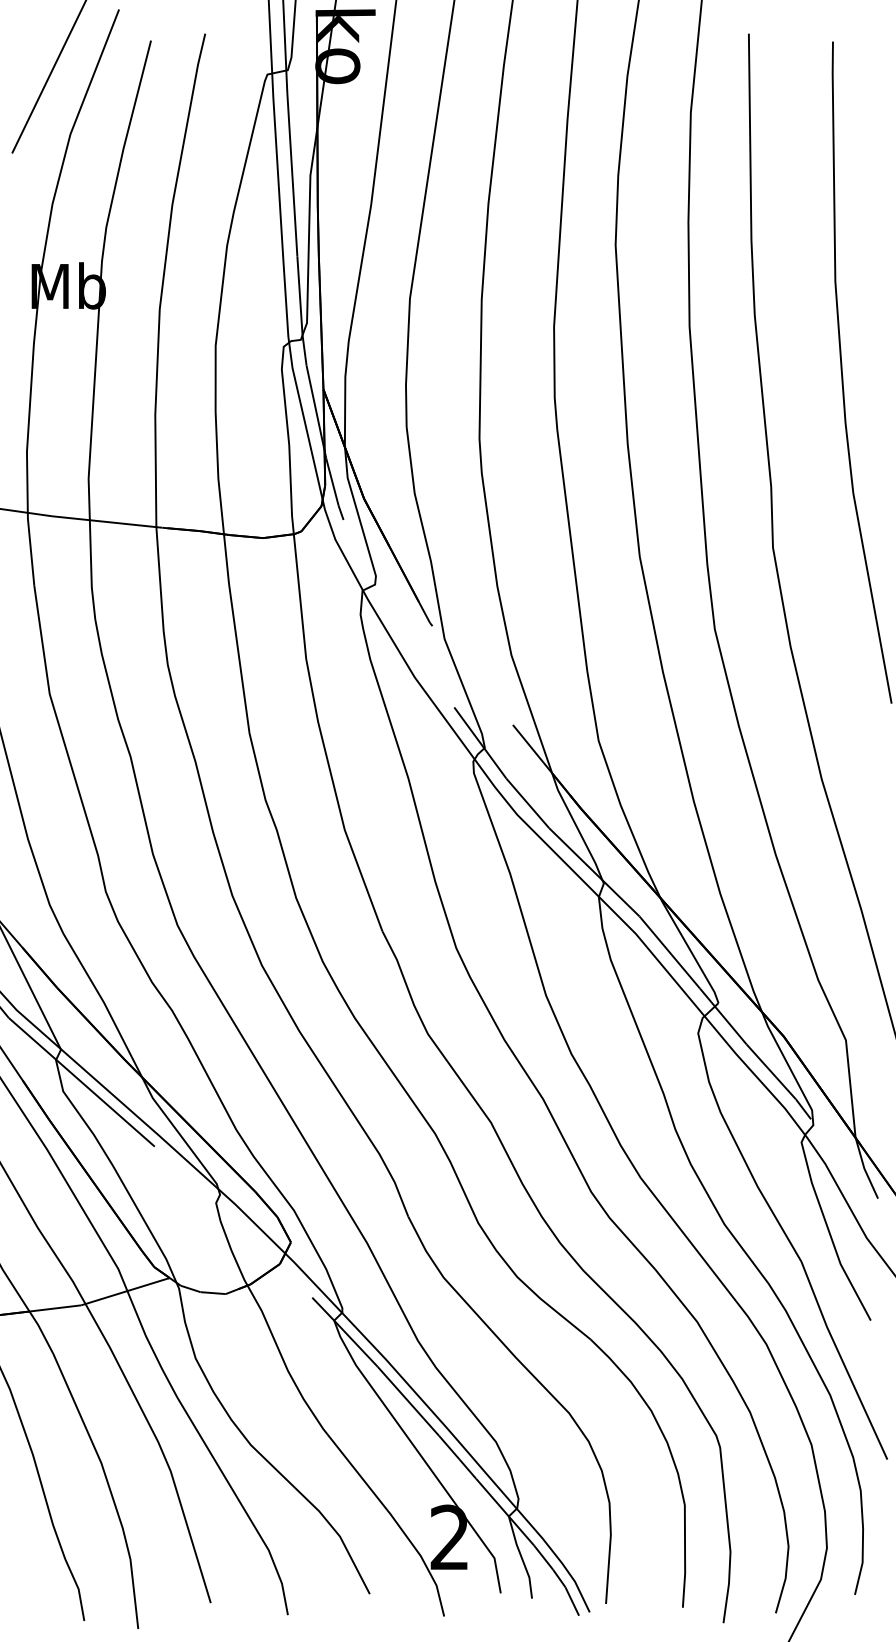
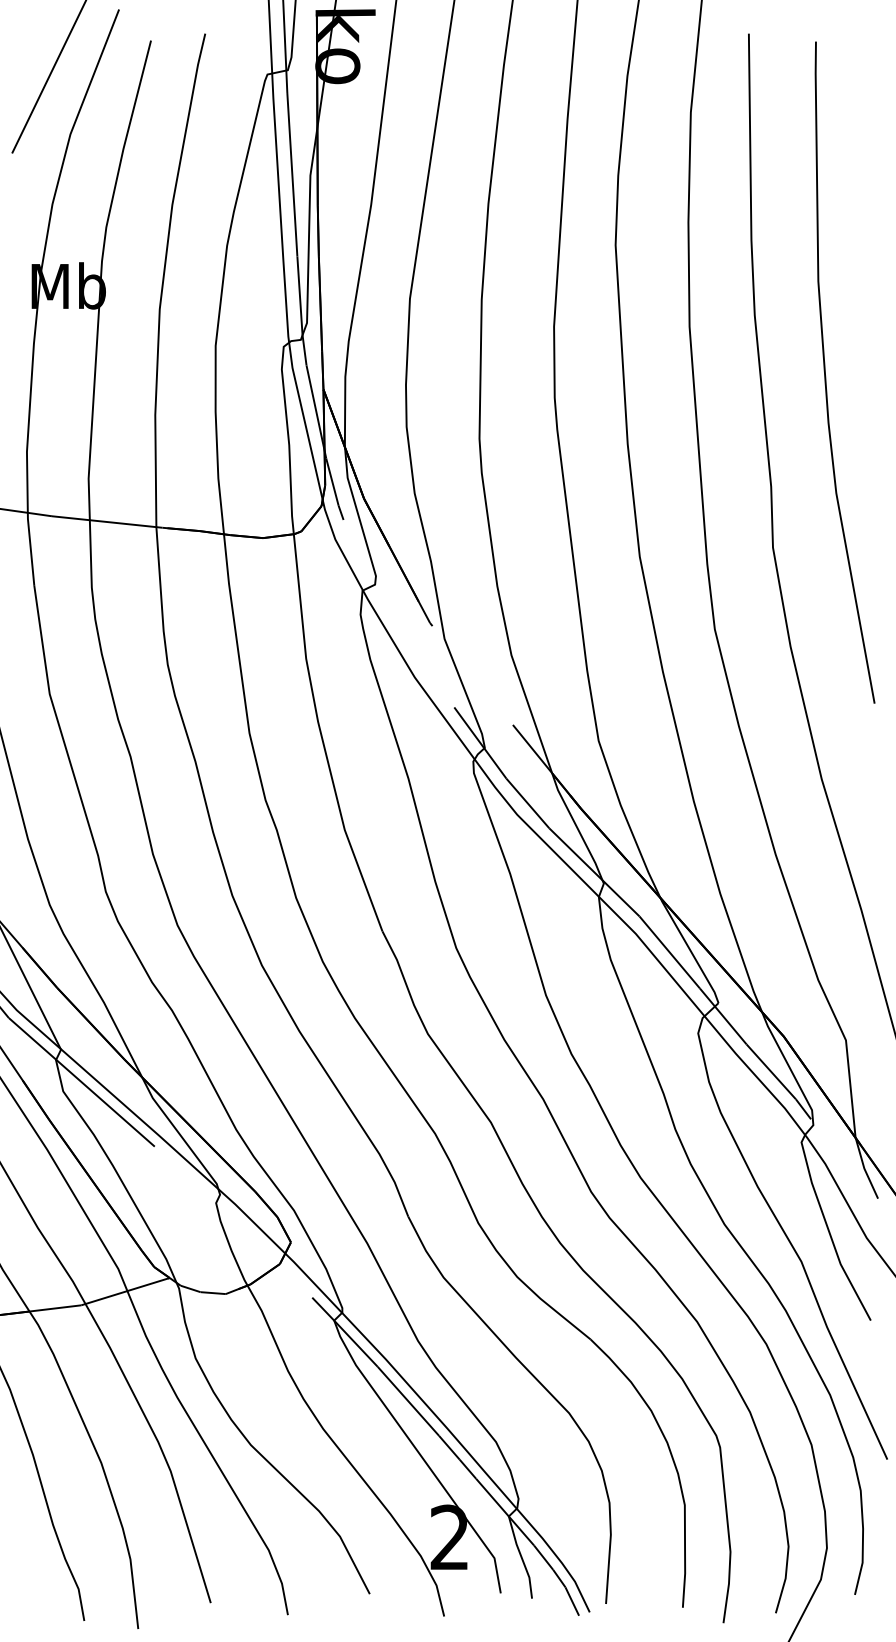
curve at (843, 376) position: (843, 376) -> (826, 376)
